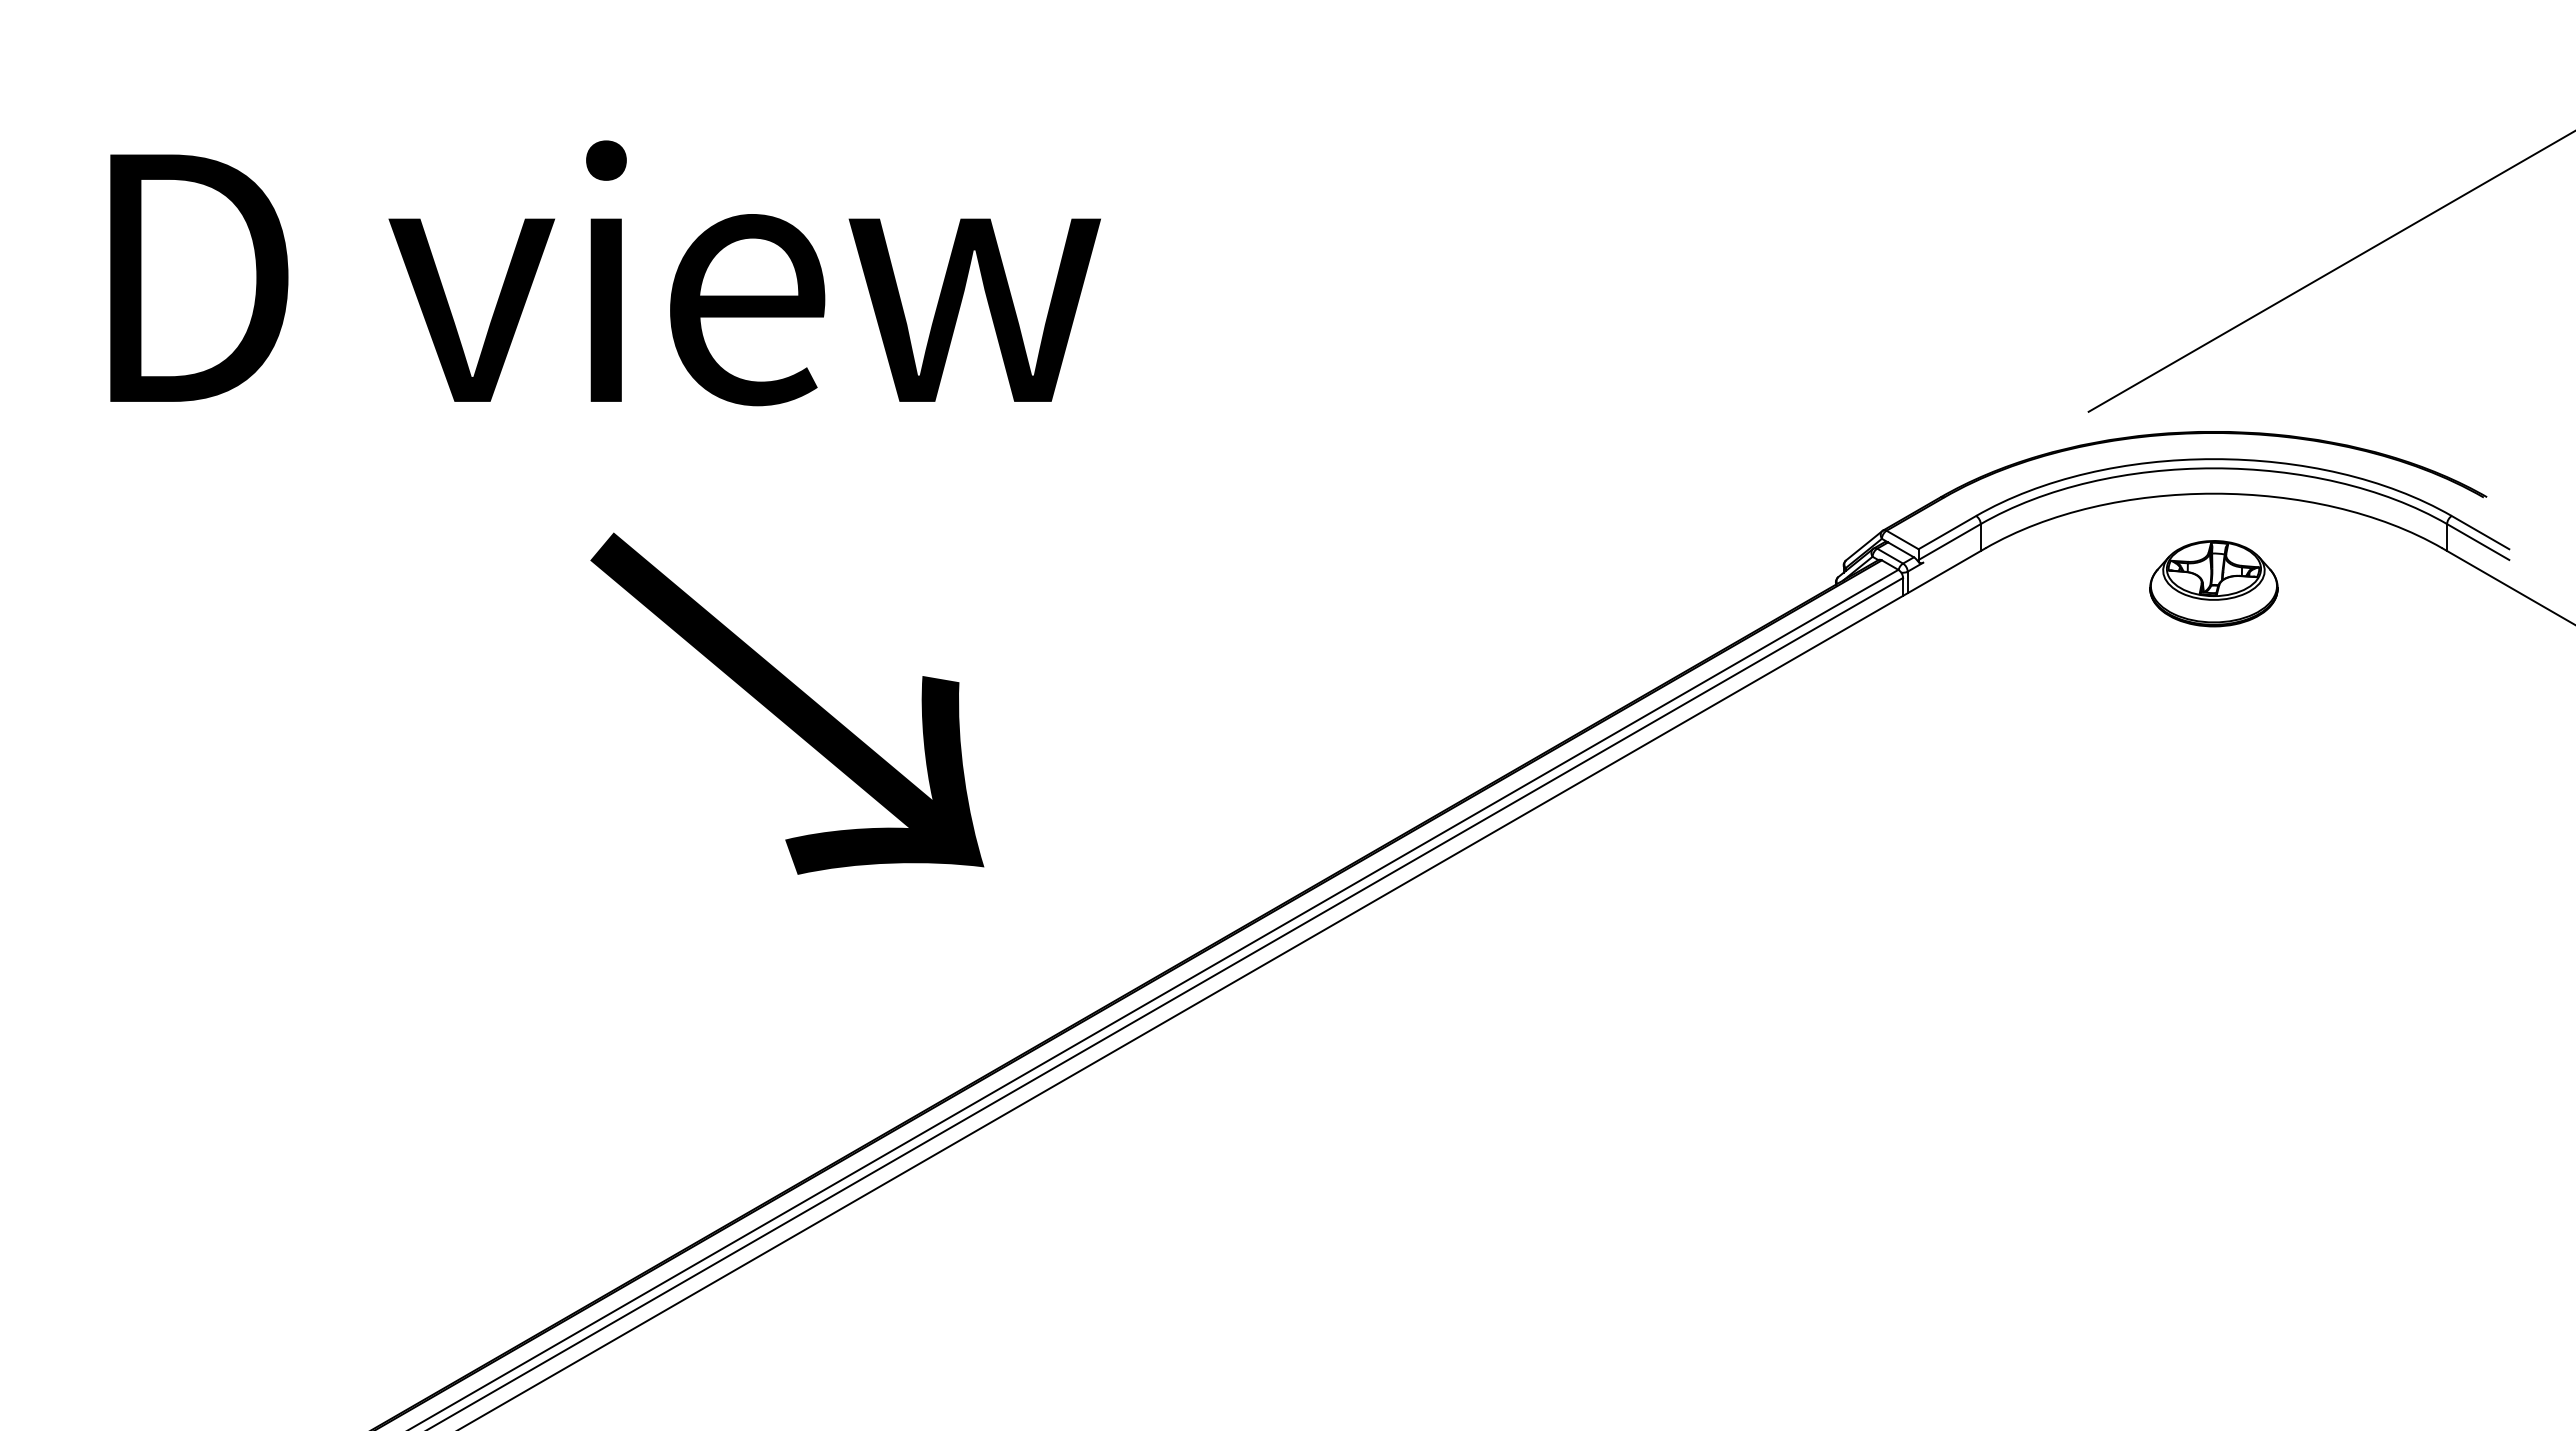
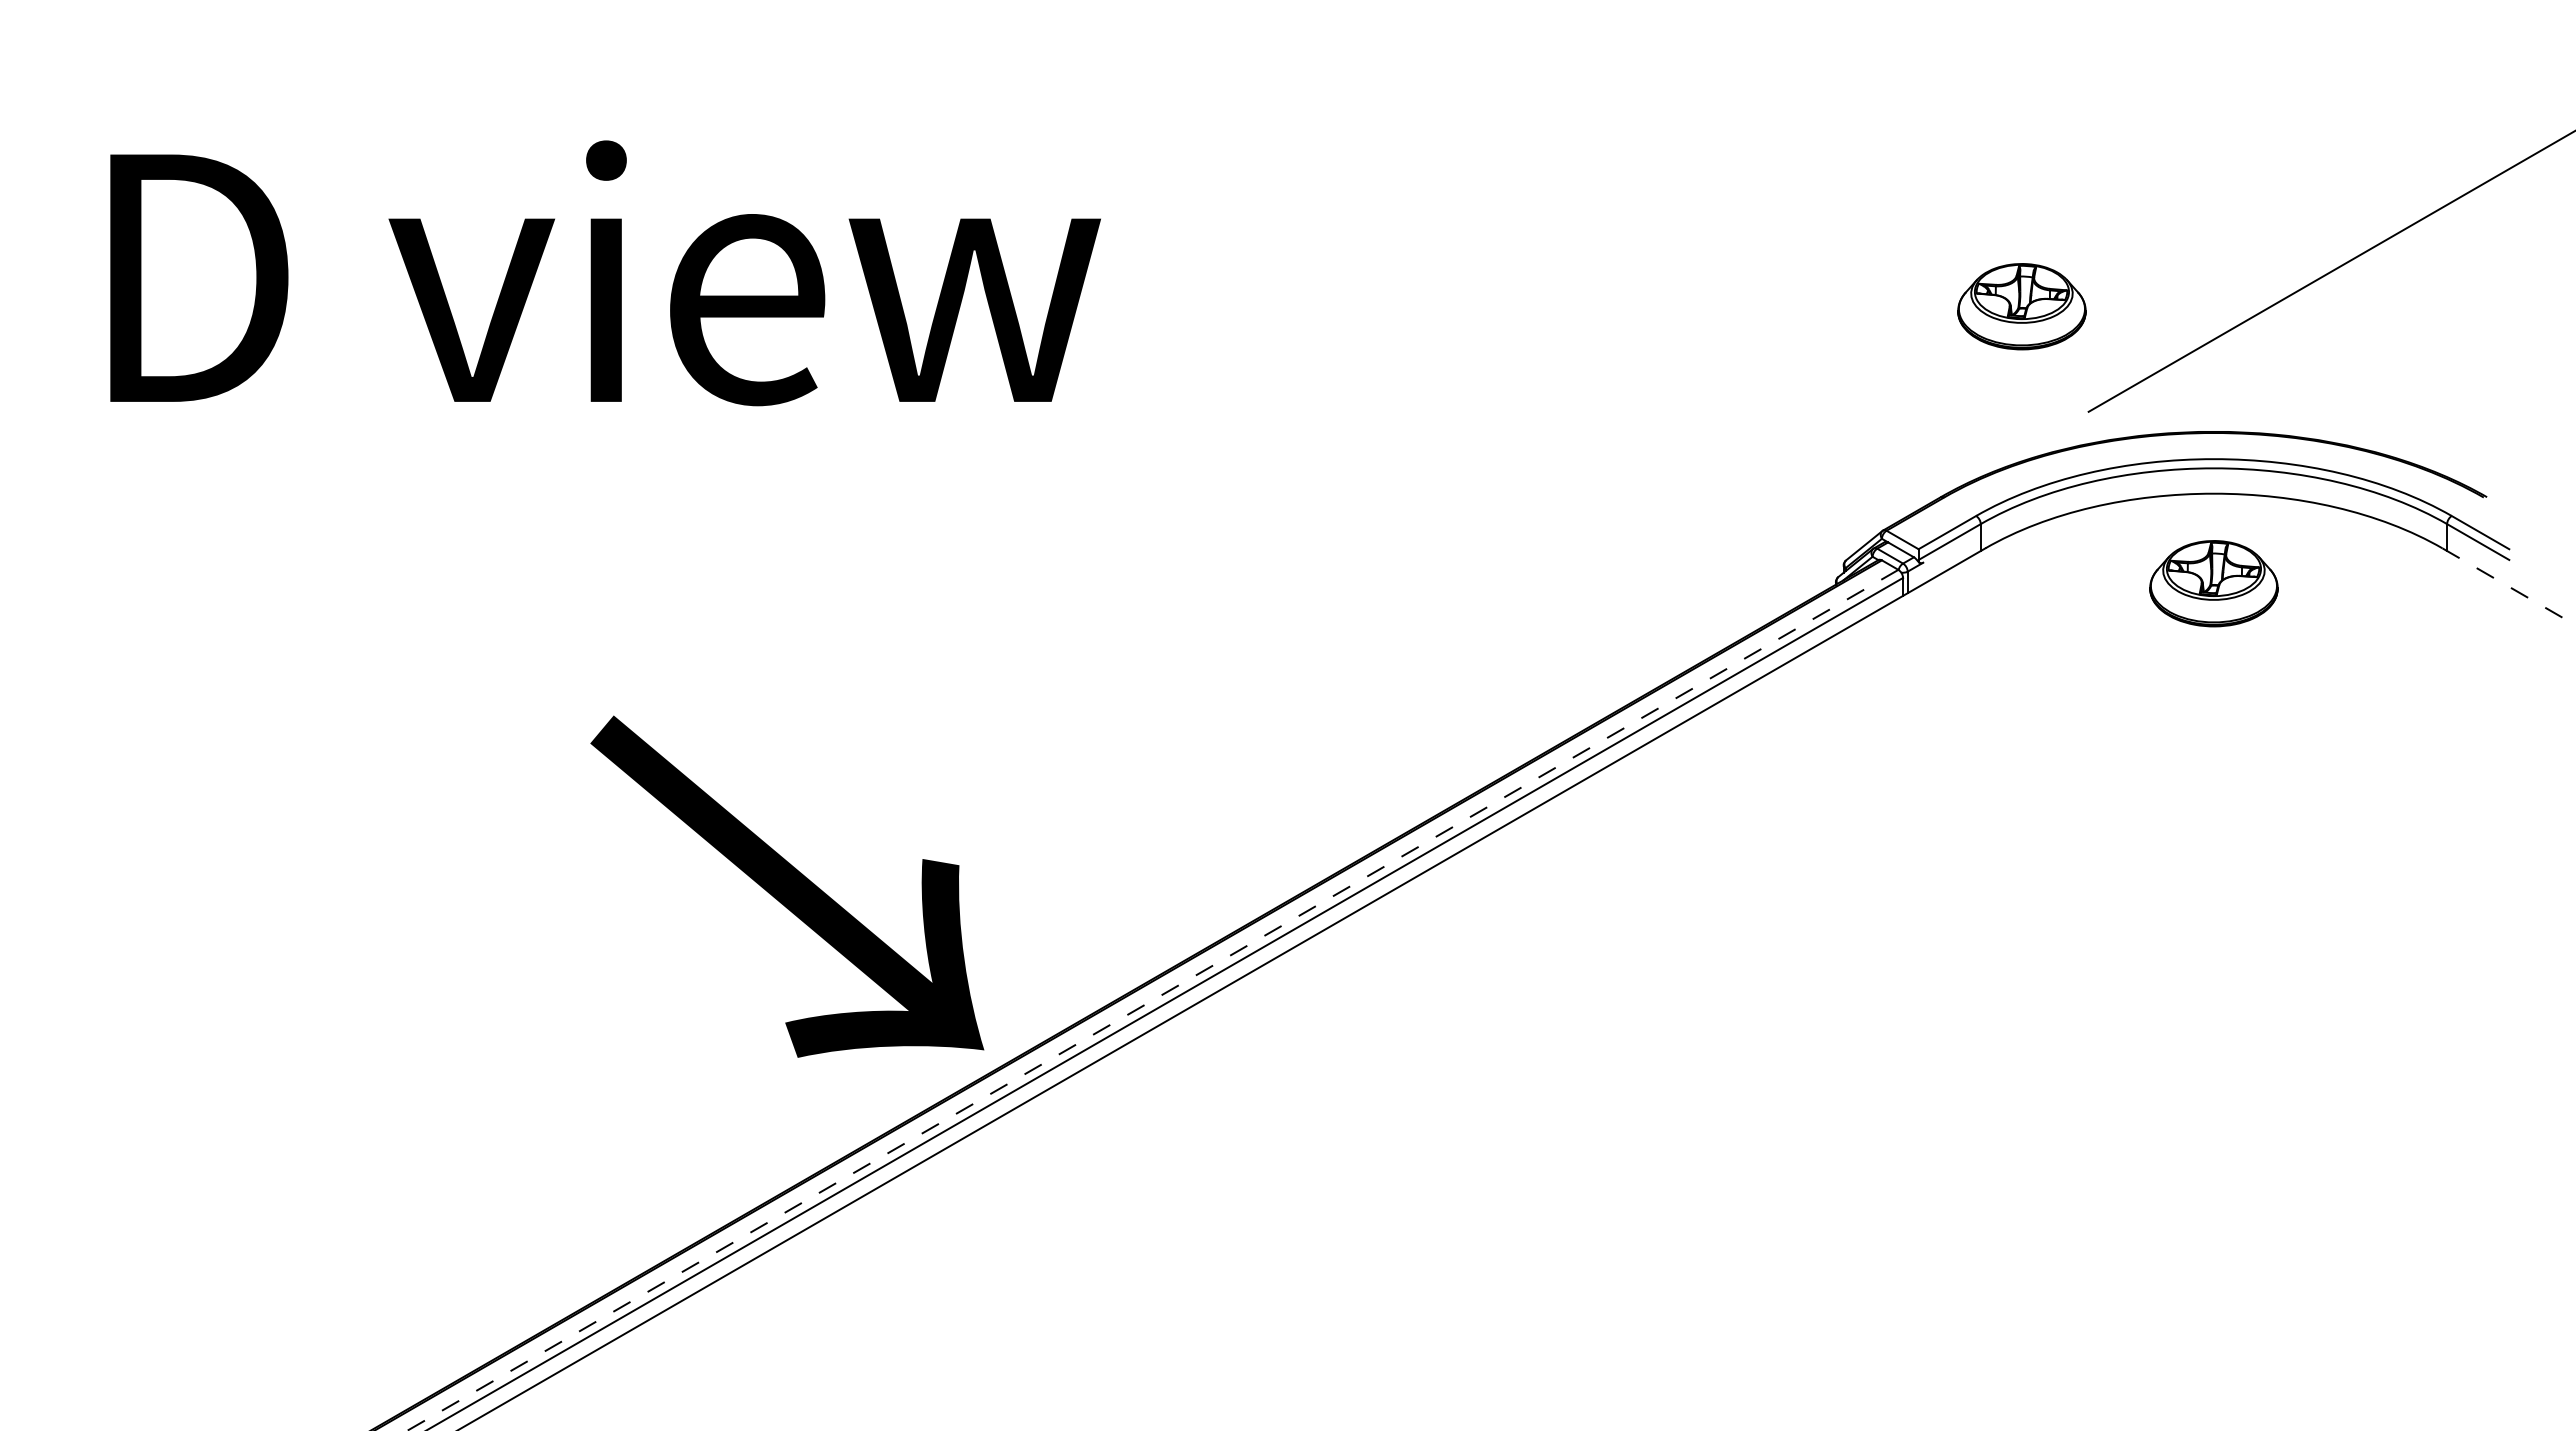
part at (2021, 306): none -> present
line at (2509, 586): solid -> dashed
text at (787, 703) position: (787, 703) -> (787, 886)
line at (1153, 1000): solid -> dashed
